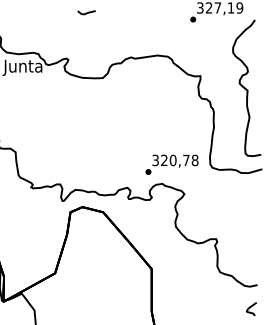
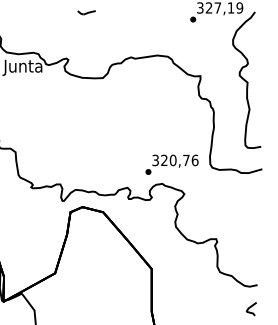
part at (246, 87) position: (246, 87) -> (246, 79)
text at (194, 159): 320,78 -> 320,76
